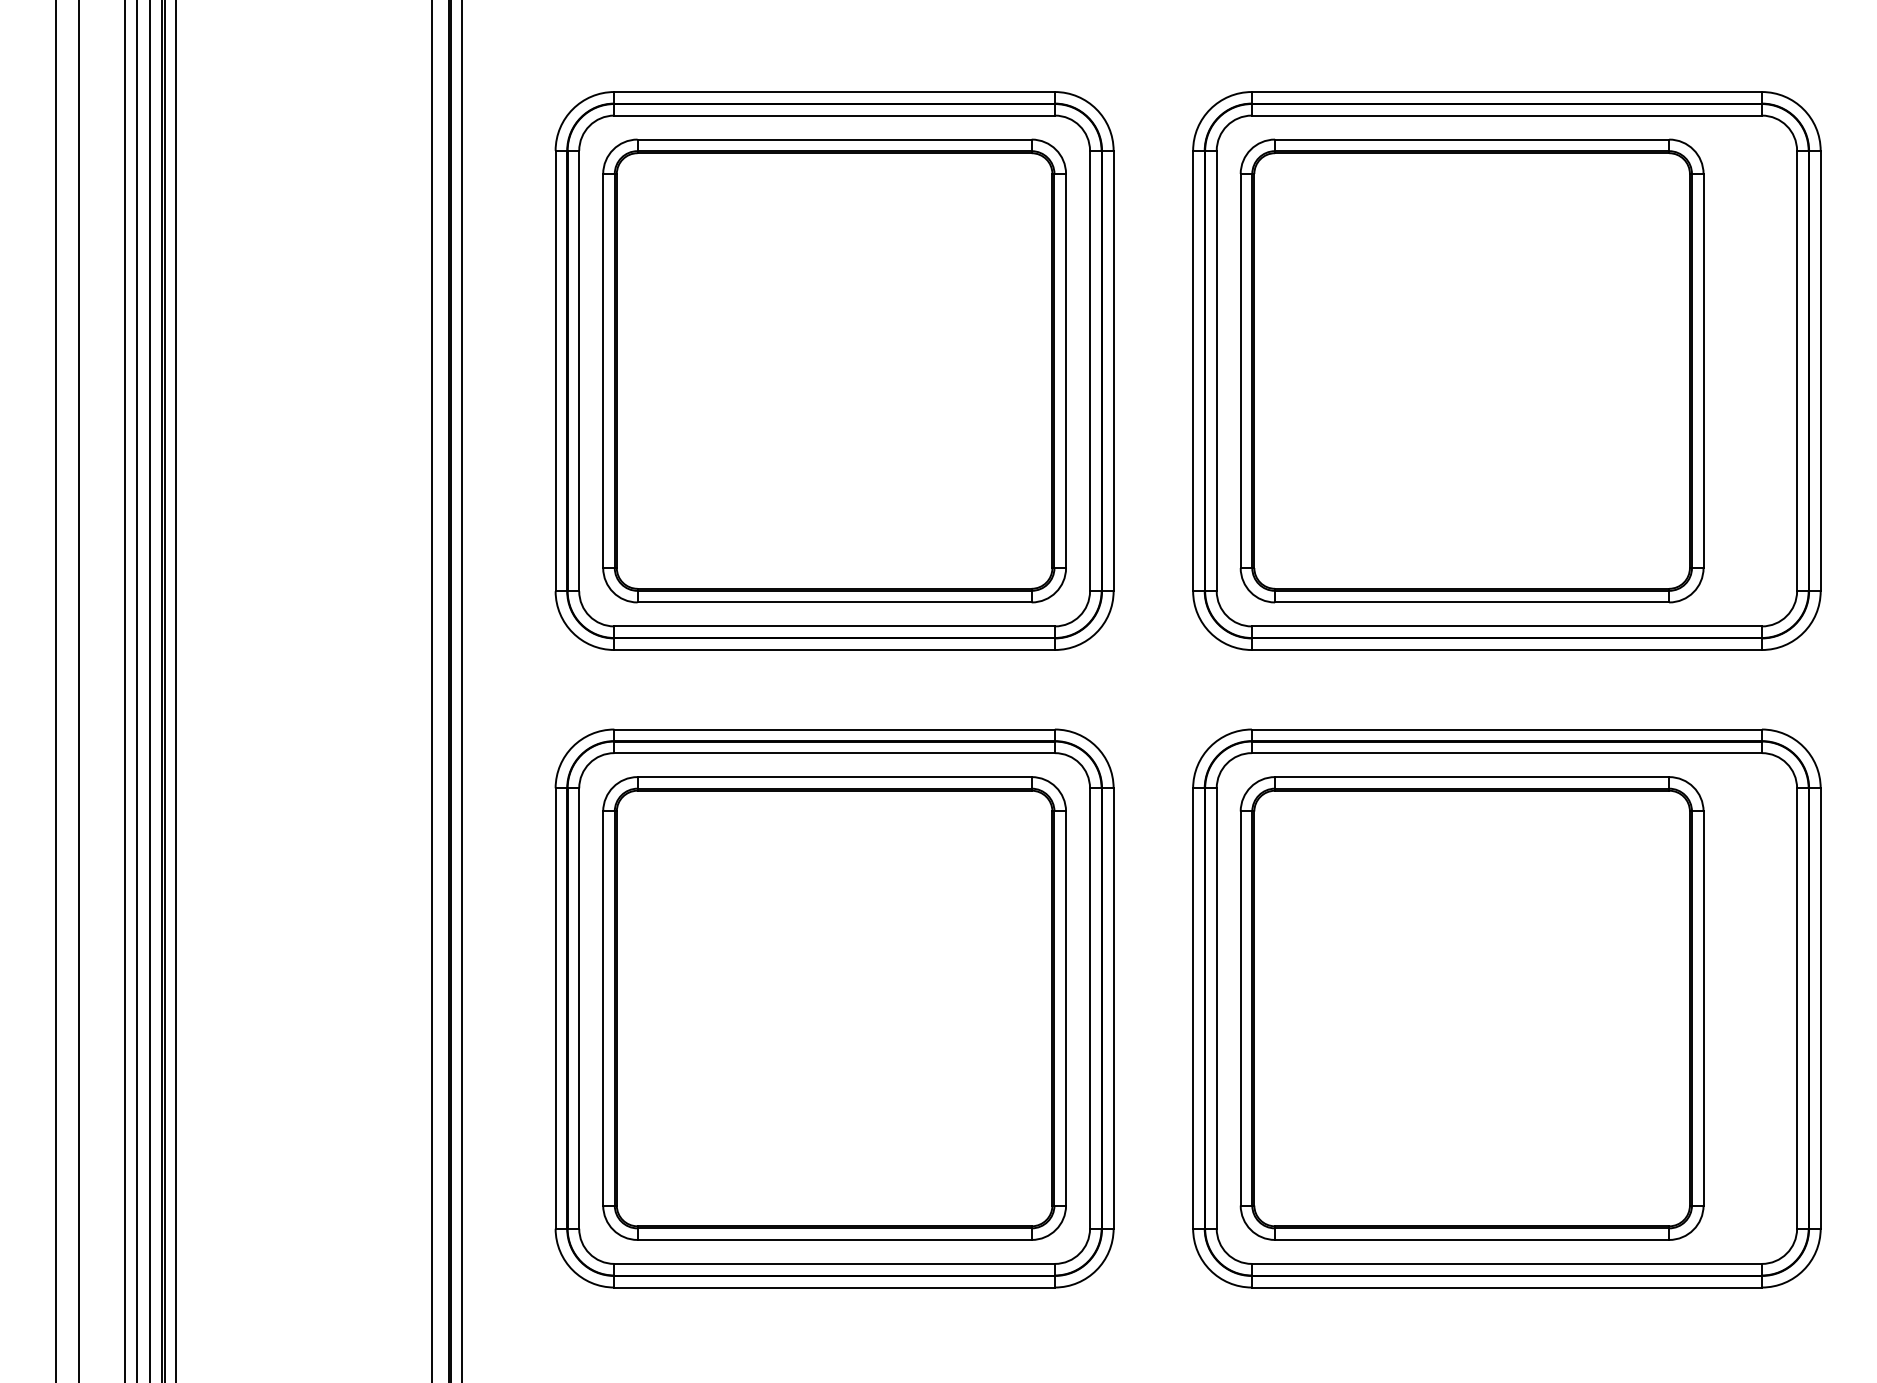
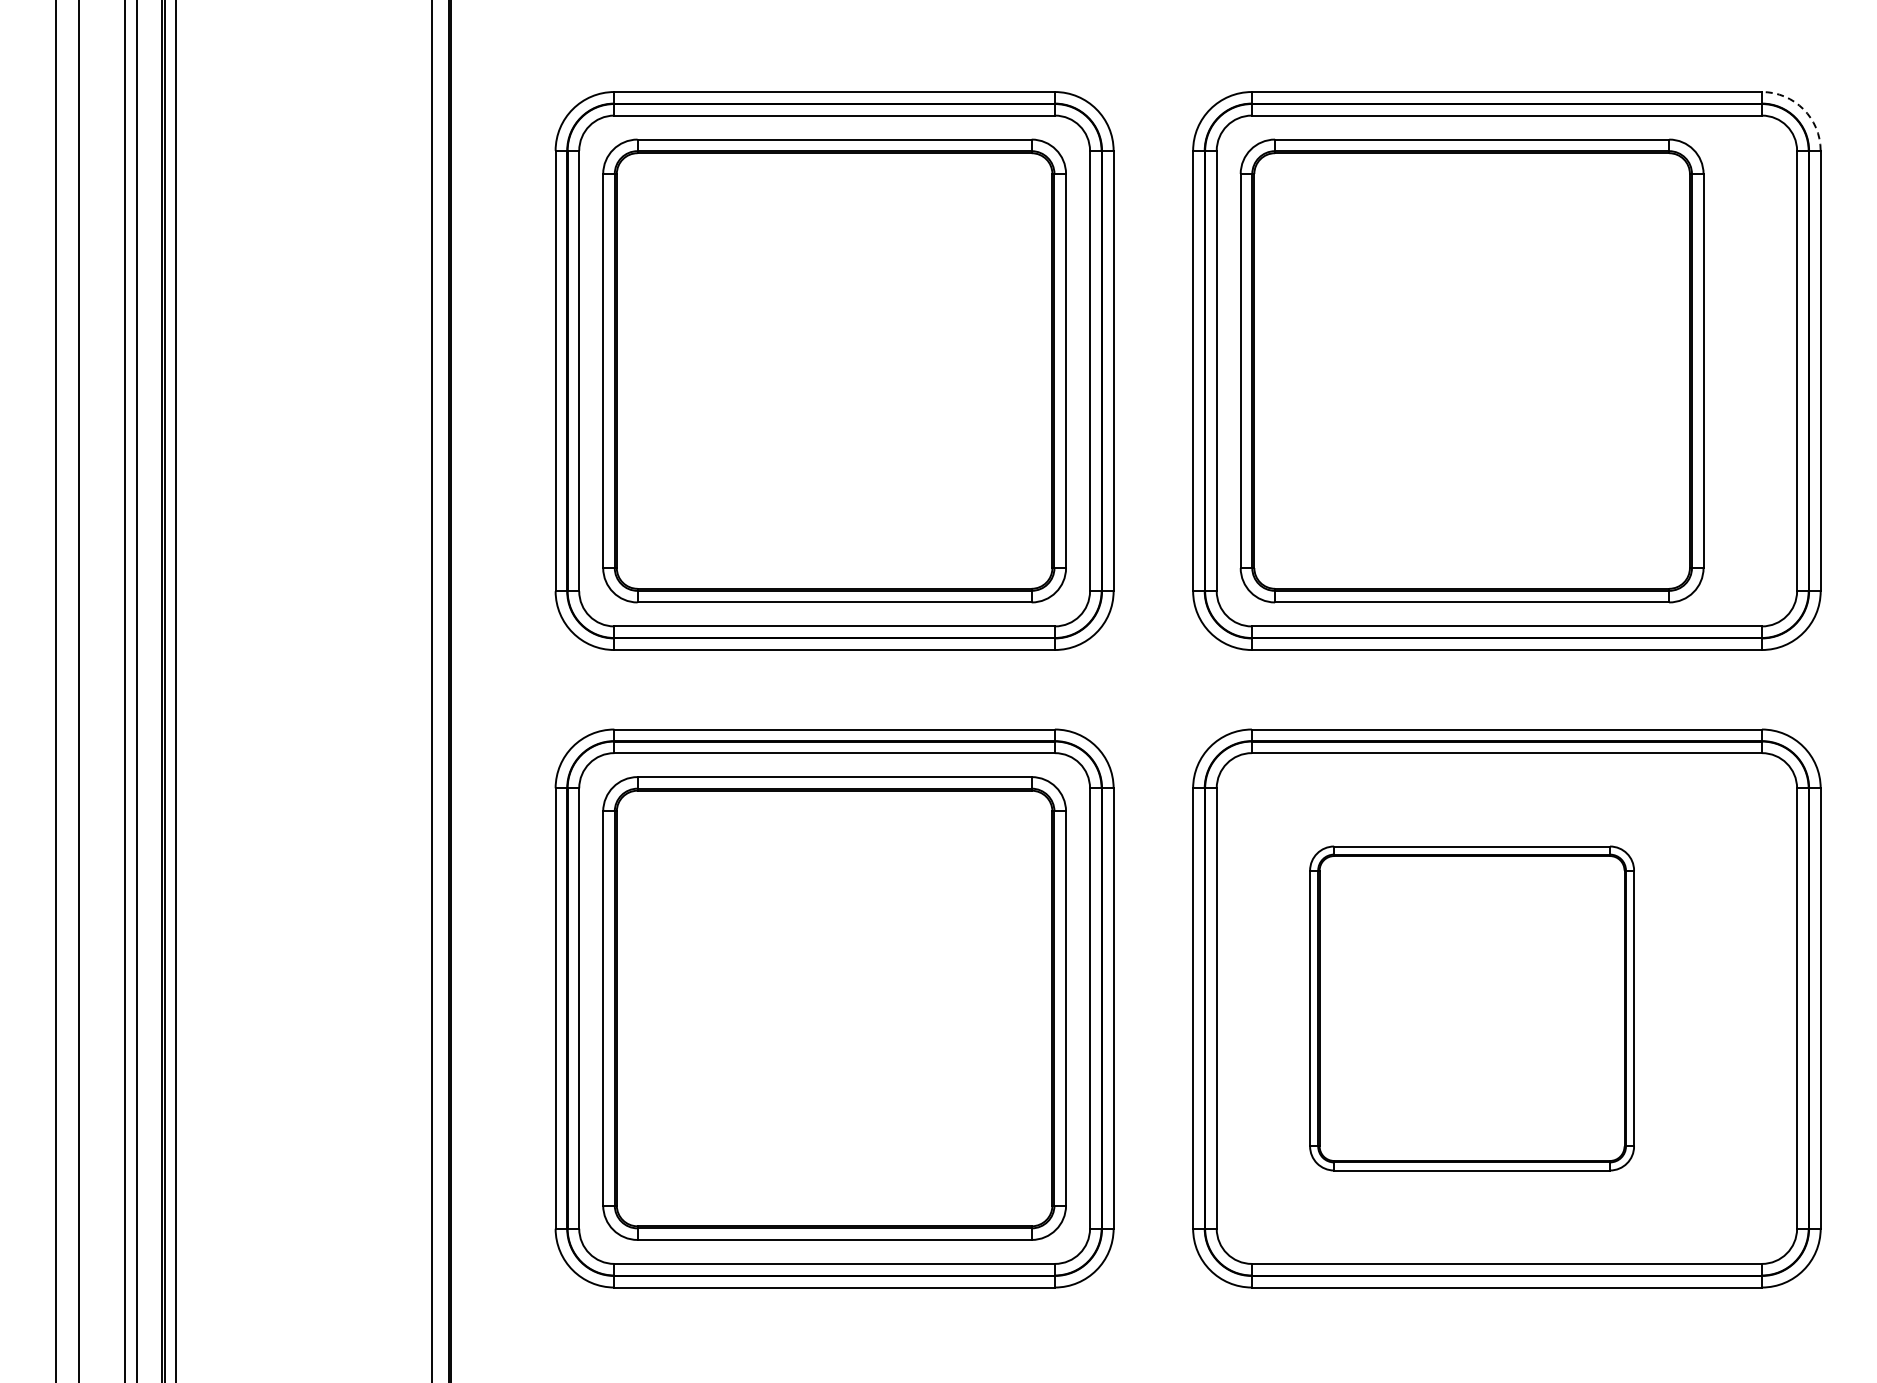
arc at (1803, 109): solid -> dashed
line at (149, 690): present -> none
line at (462, 690): present -> none
part at (1471, 1008) size: 466x465 px -> 326x327 px
